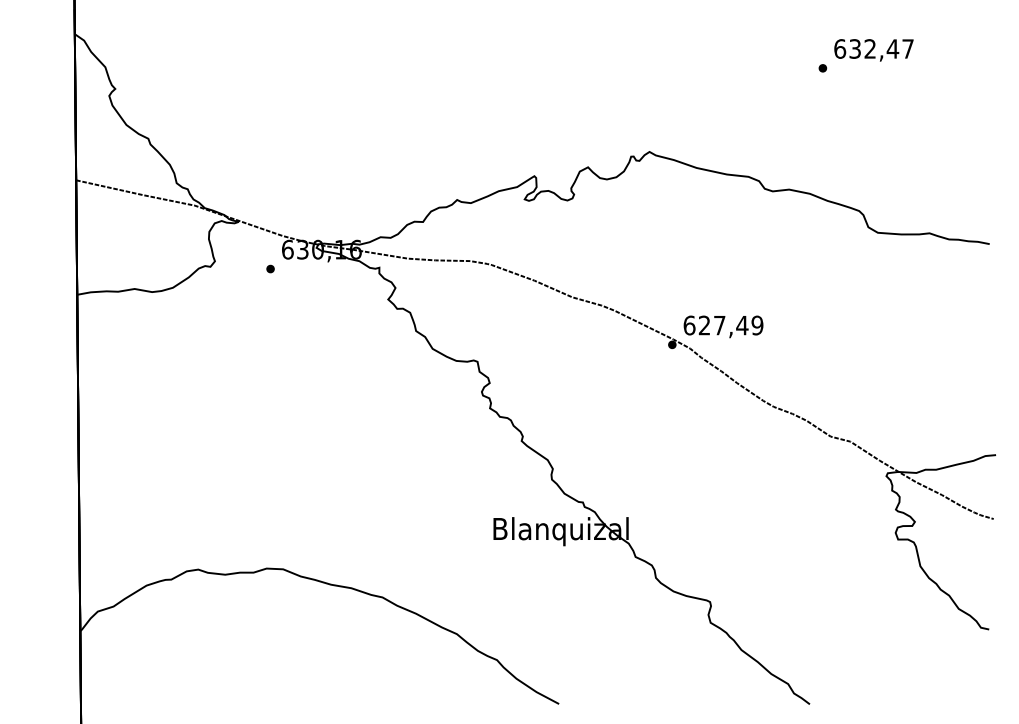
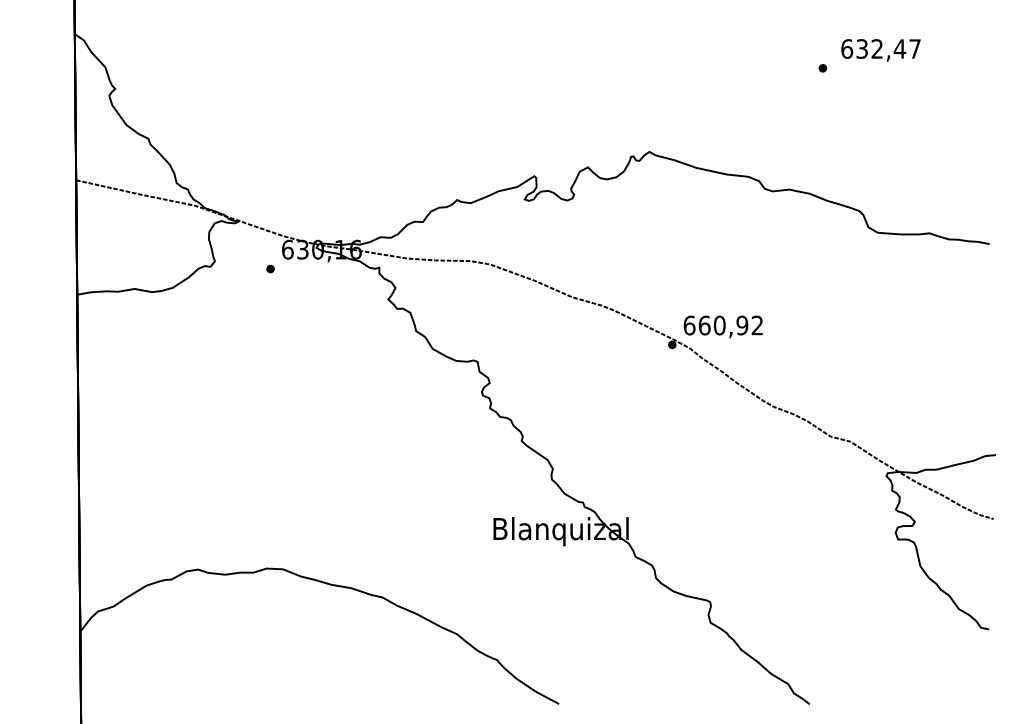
text at (873, 50) position: (873, 50) -> (880, 50)
text at (730, 325): 627,49 -> 660,92
